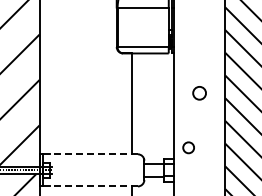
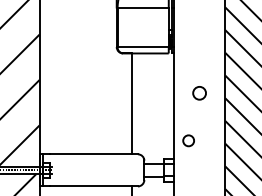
circle at (188, 147) position: (188, 147) -> (188, 140)
line at (93, 154): dashed -> solid
line at (93, 186): dashed -> solid
